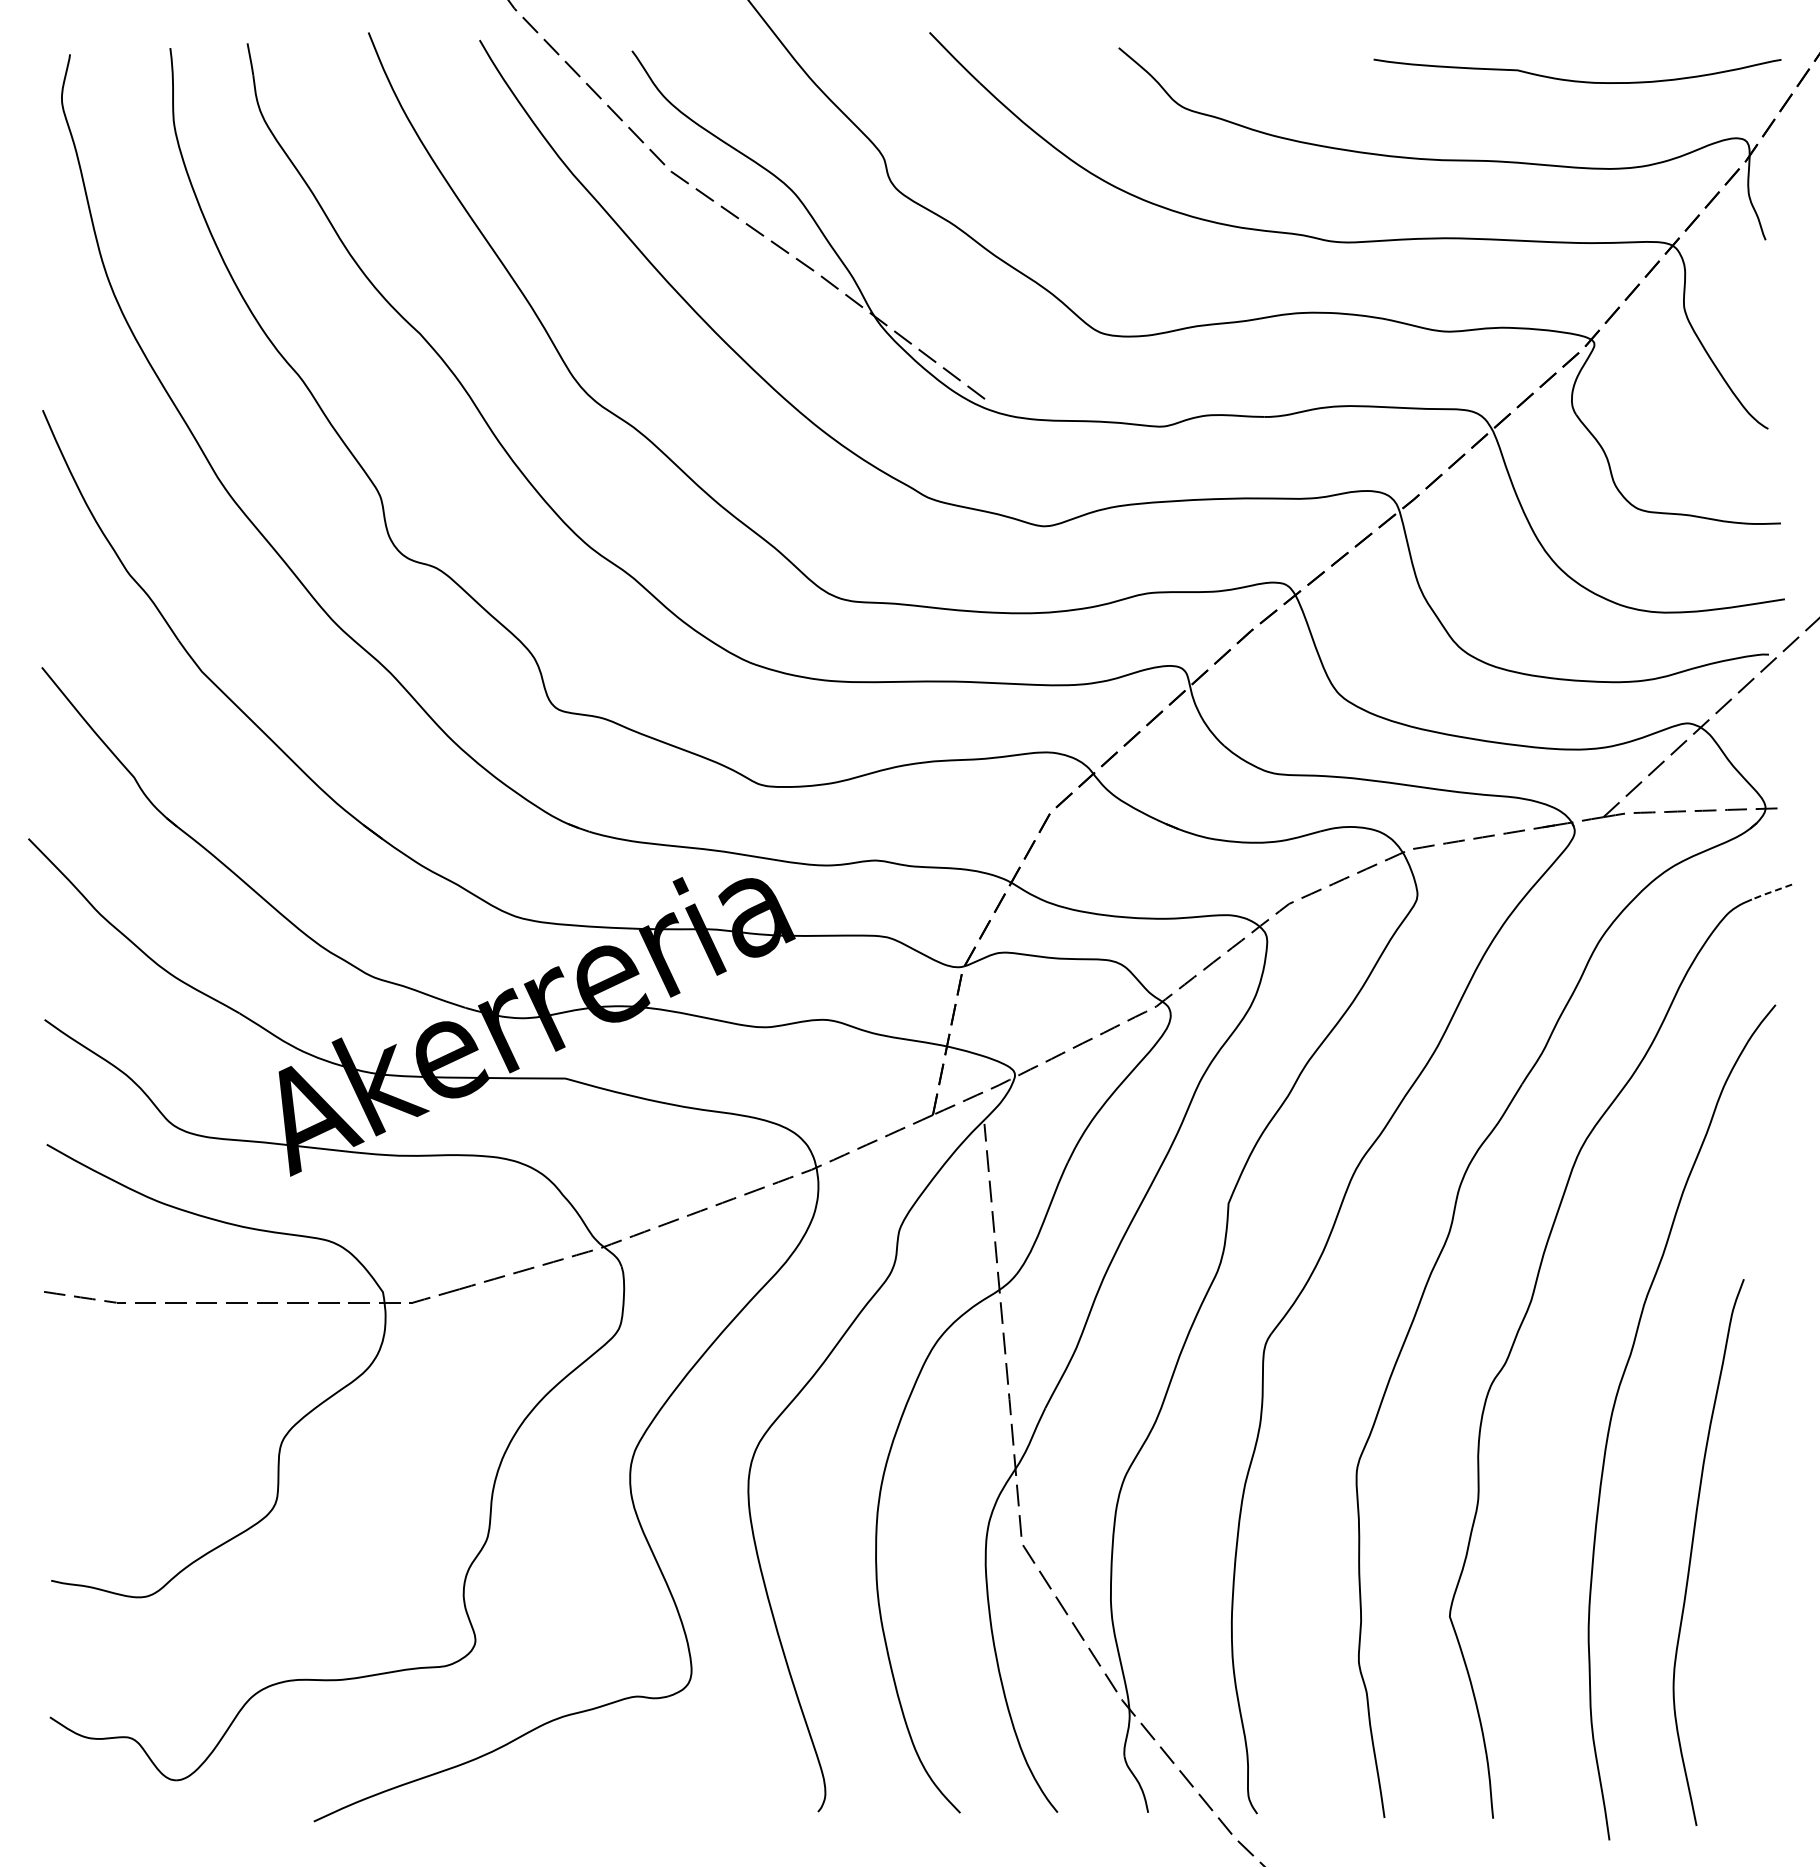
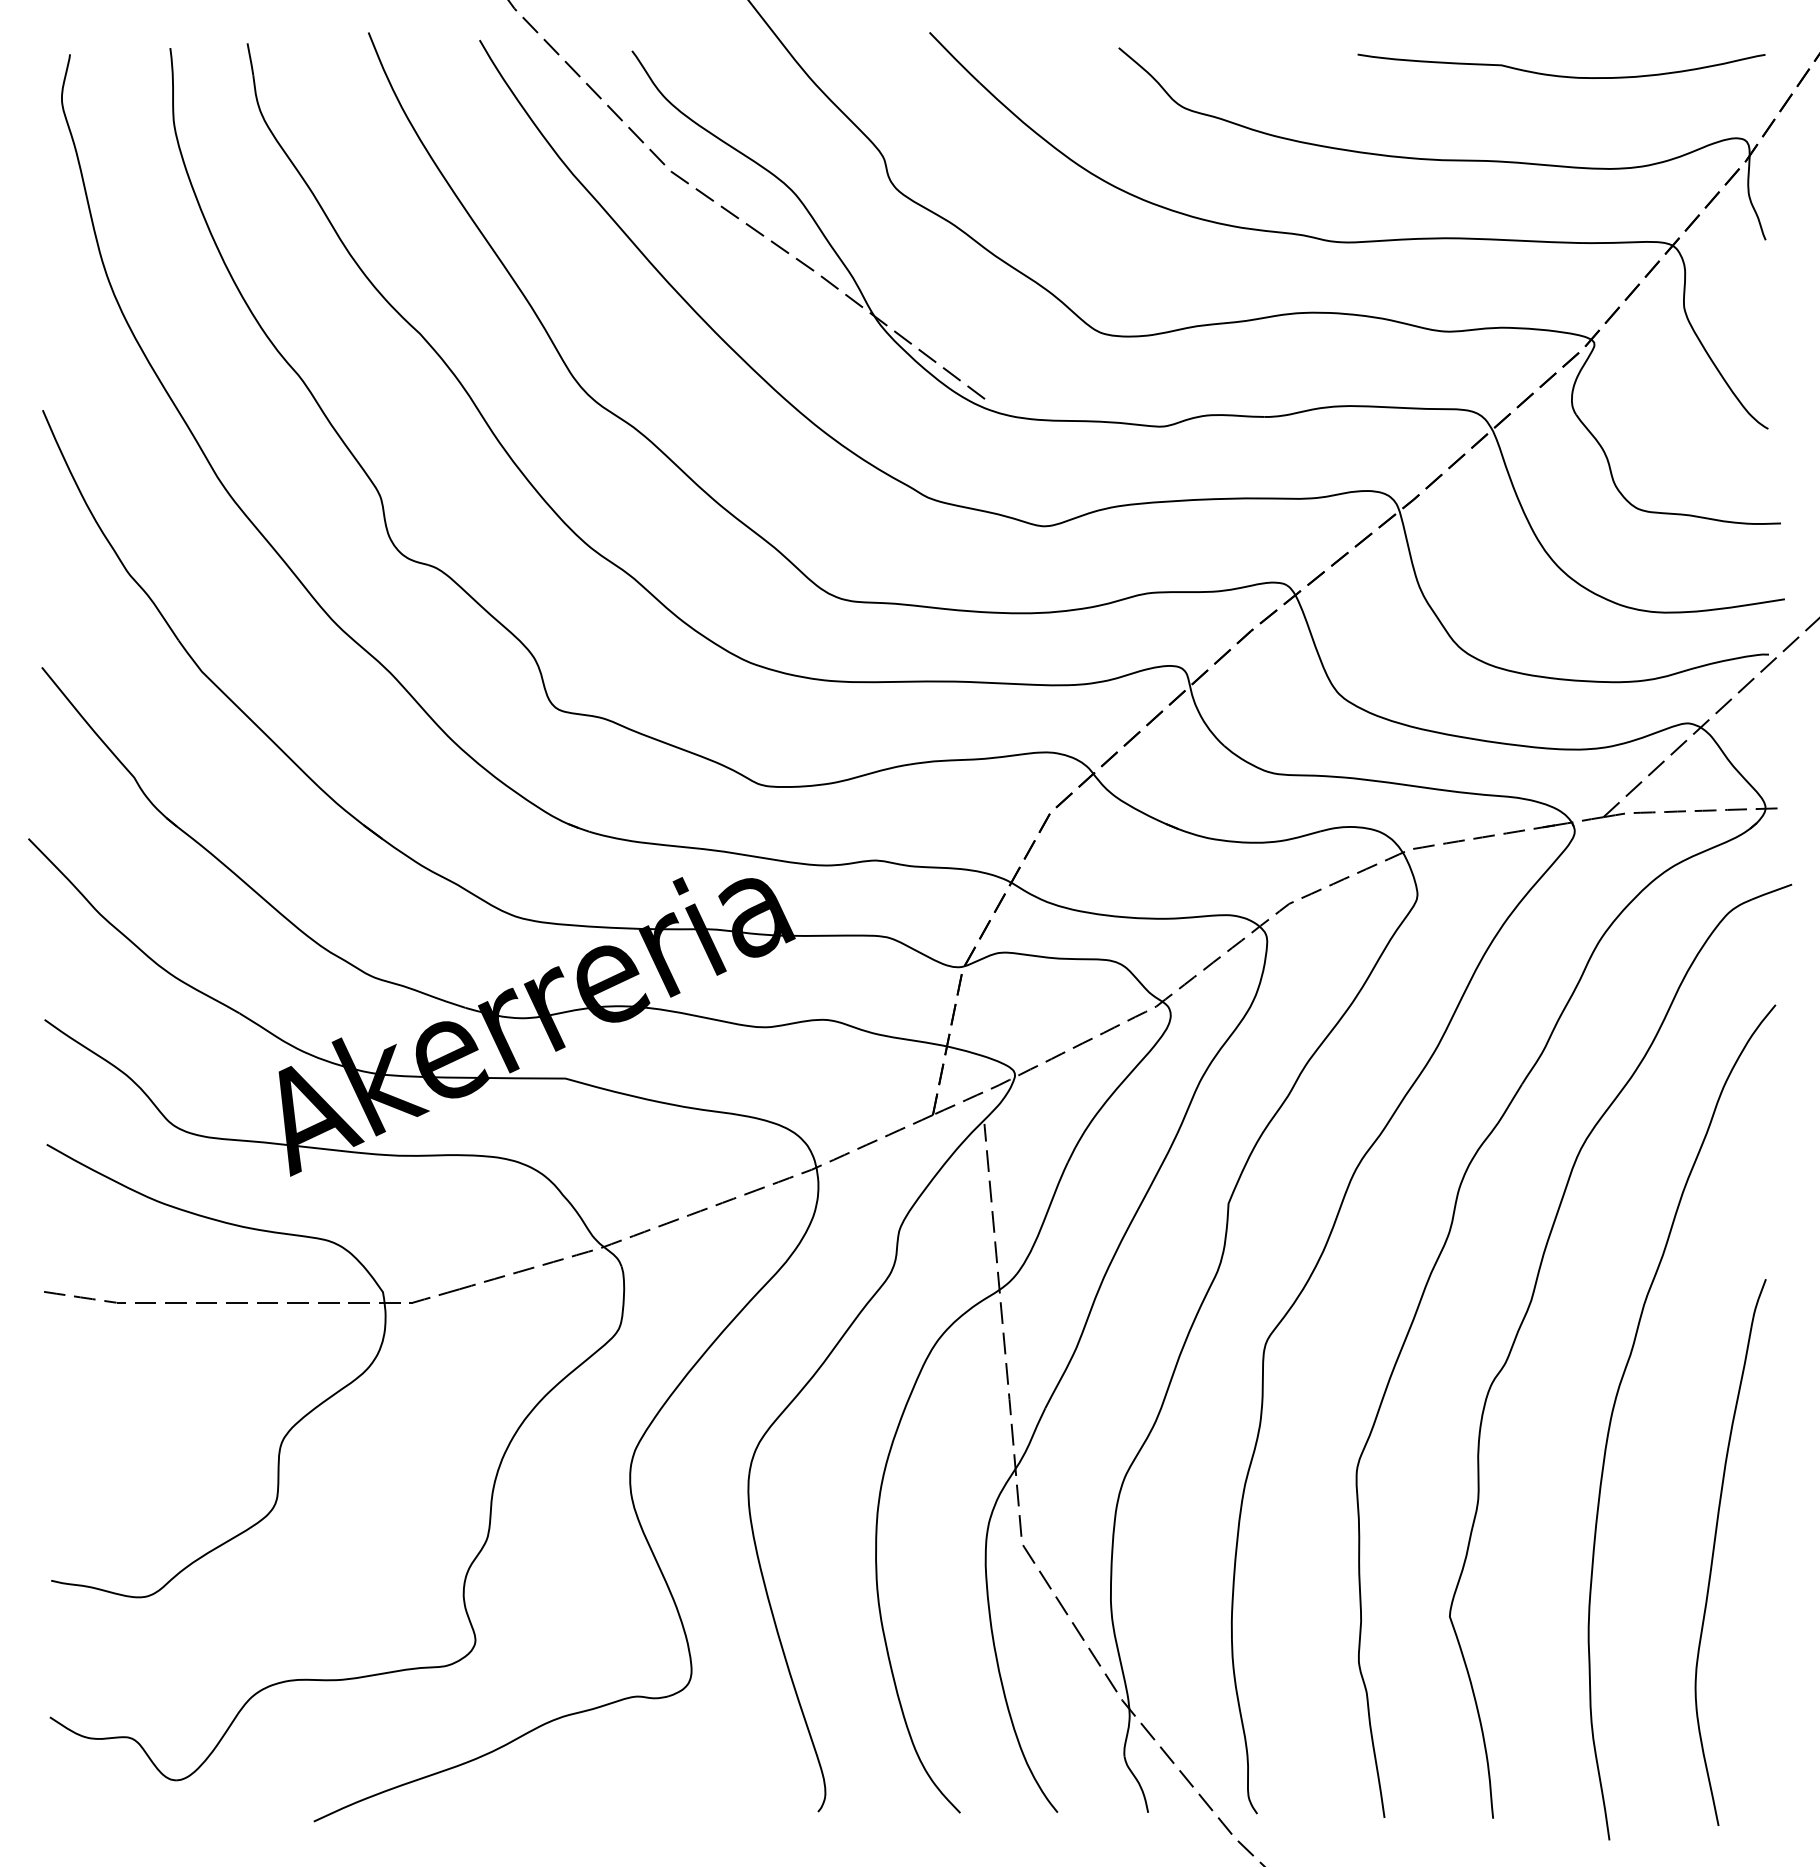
curve at (1577, 80) position: (1577, 80) -> (1561, 75)
line at (1770, 892): dashed -> solid
curve at (1692, 1552) position: (1692, 1552) -> (1714, 1552)
